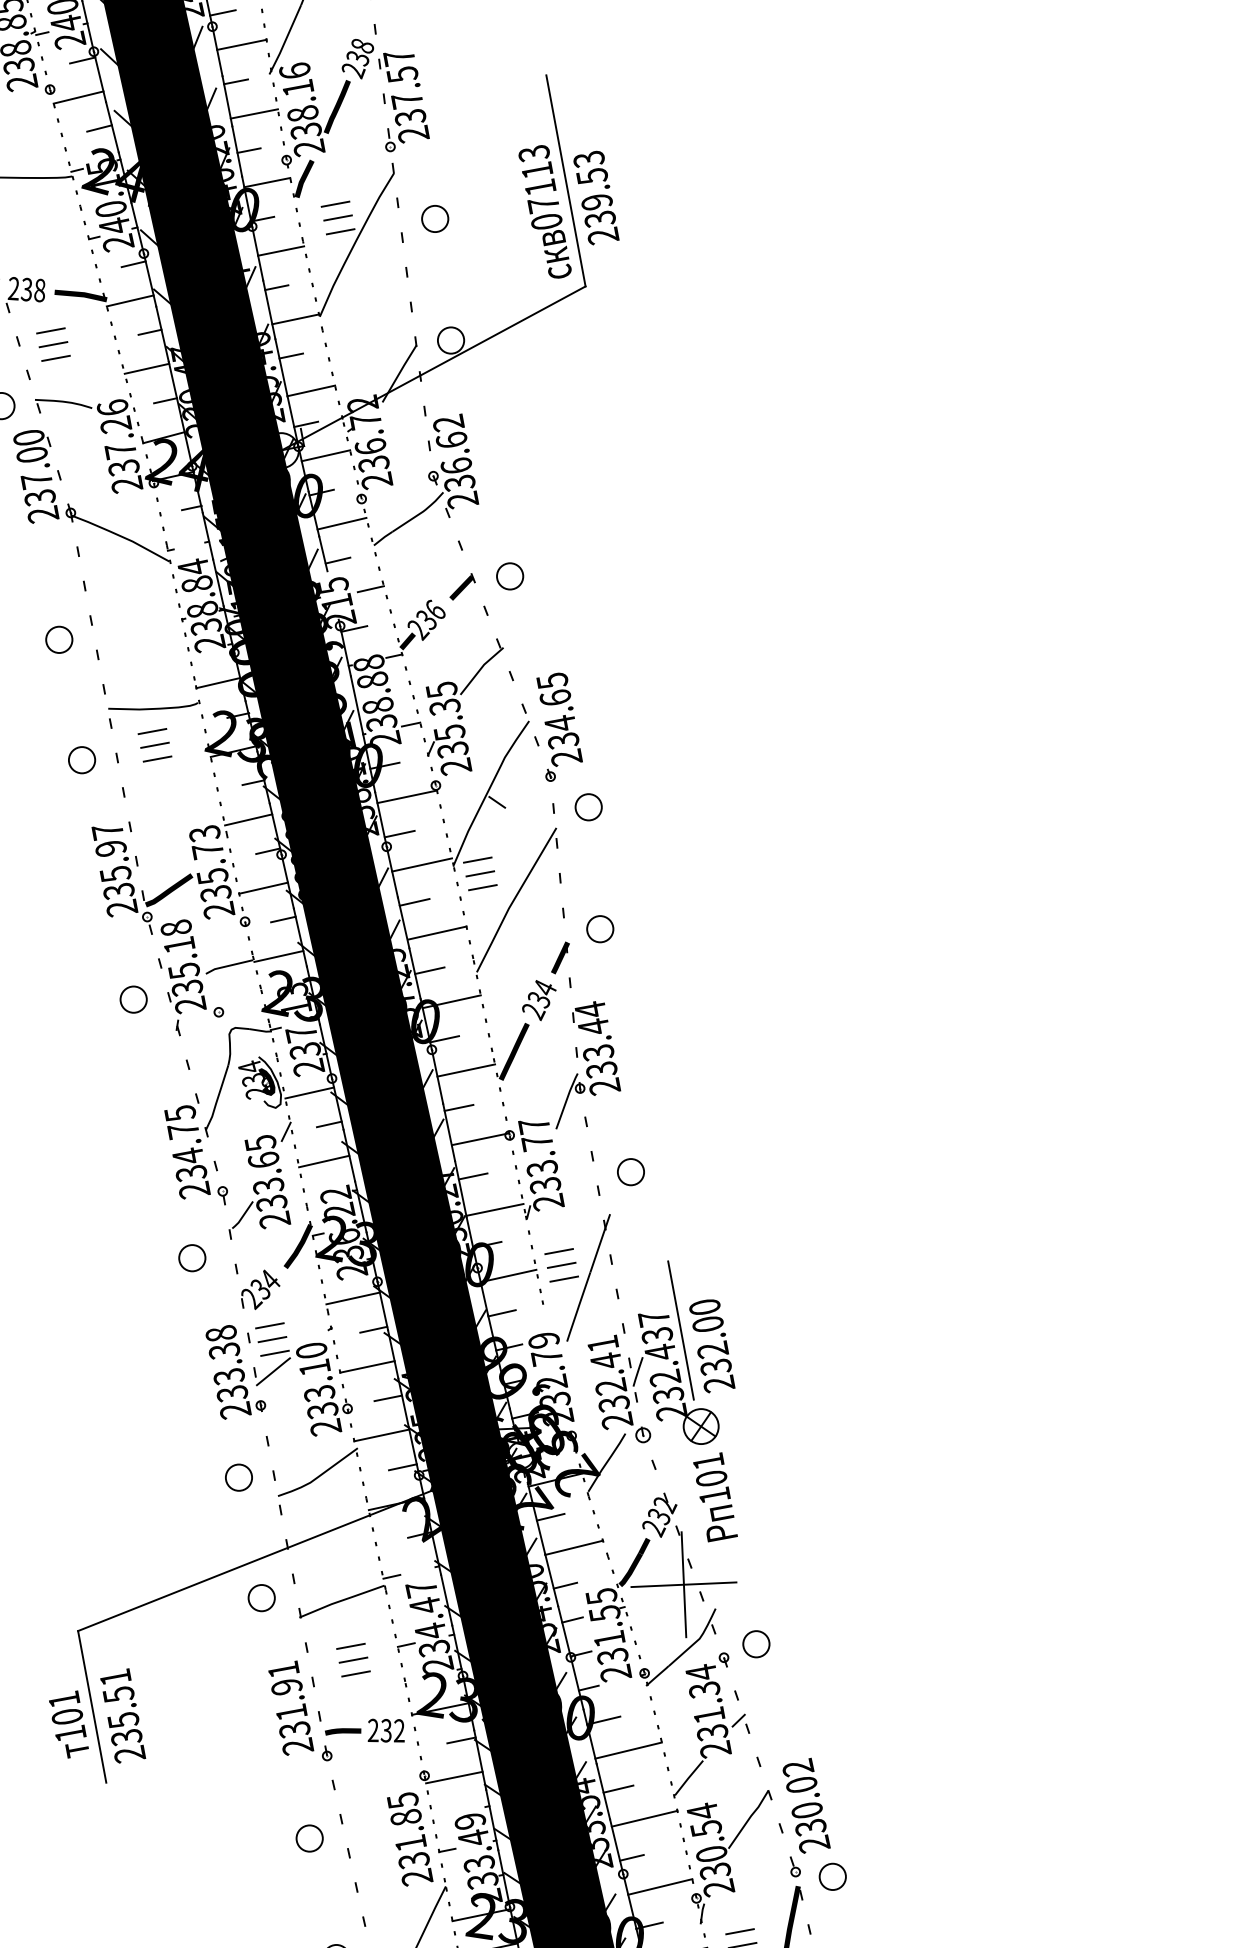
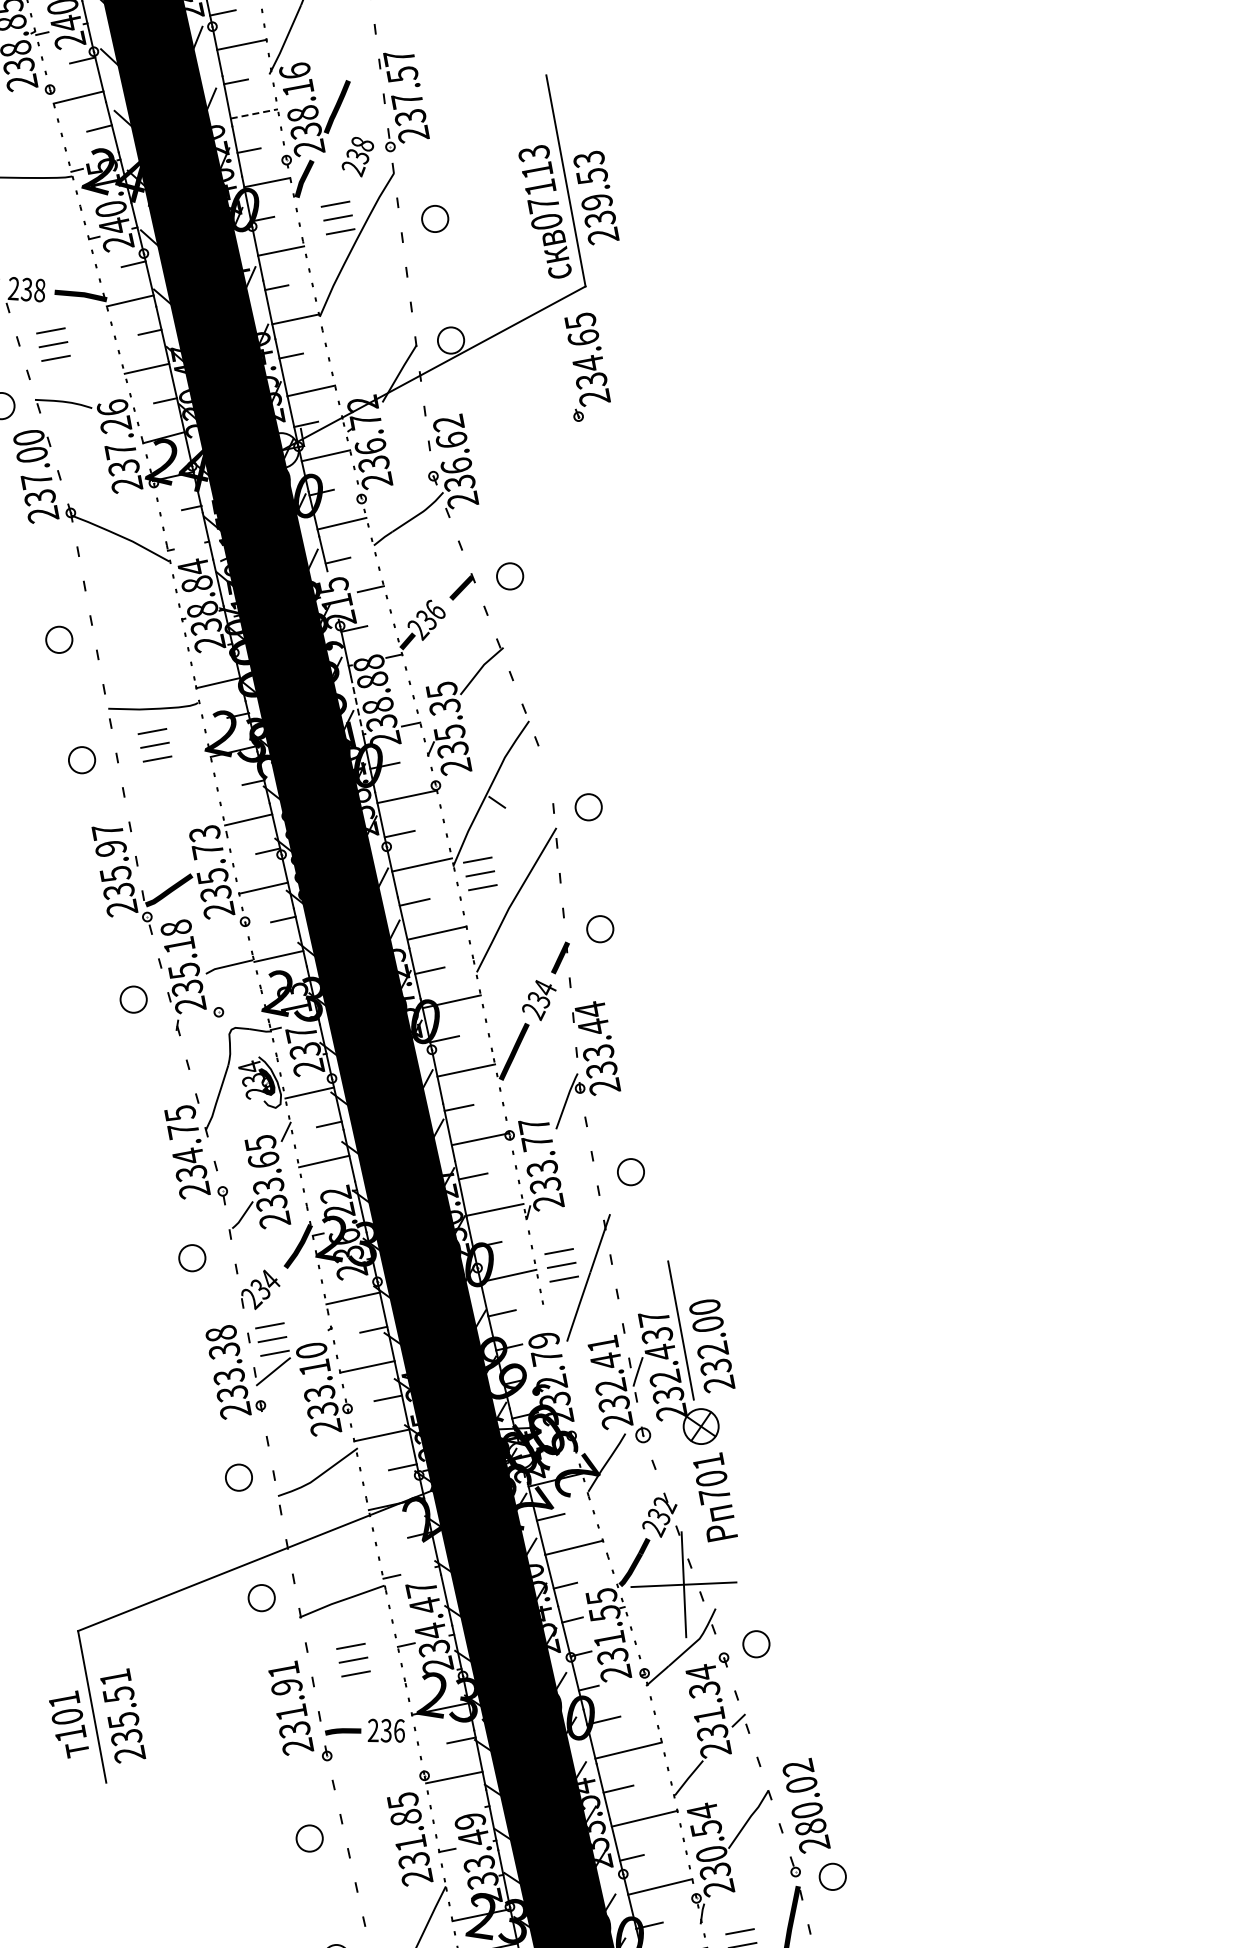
text at (357, 59) position: (357, 59) -> (357, 157)
line at (254, 113): solid -> dashed
line at (357, 705): solid -> dashed
part at (559, 726) position: (559, 726) -> (587, 366)
text at (714, 1495): 101 -> 701
text at (399, 1730): 232 -> 236
text at (810, 1827): 230.02 -> 280.02
